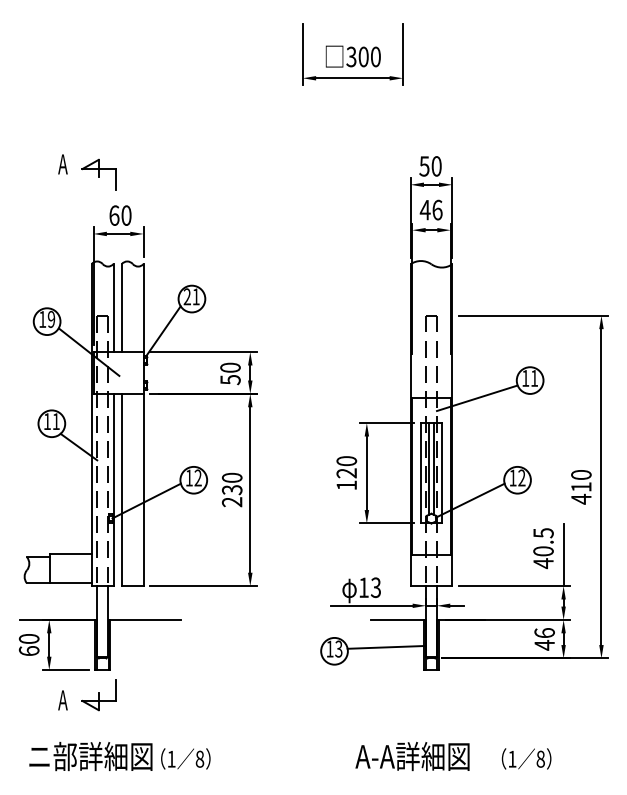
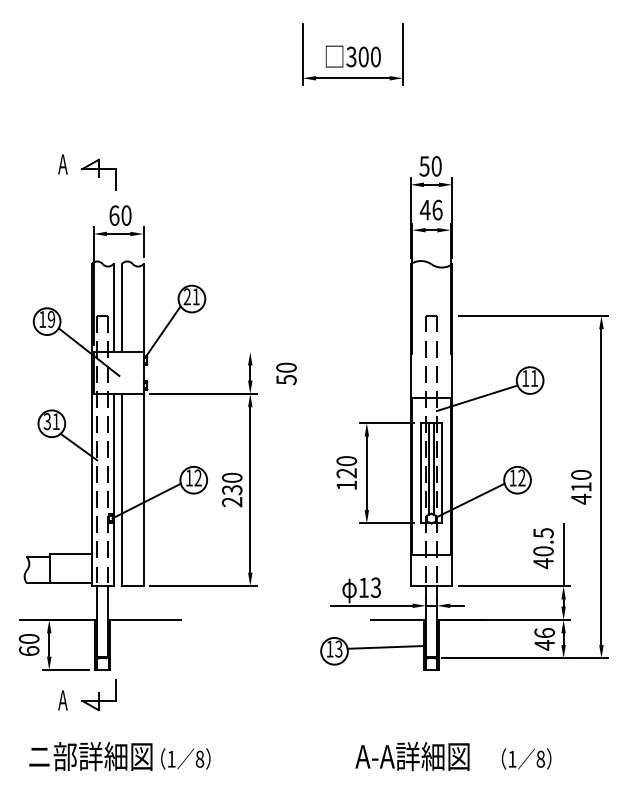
line at (203, 352): present -> none
text at (230, 373) position: (230, 373) -> (286, 373)
text at (46, 421): 11 -> 31
